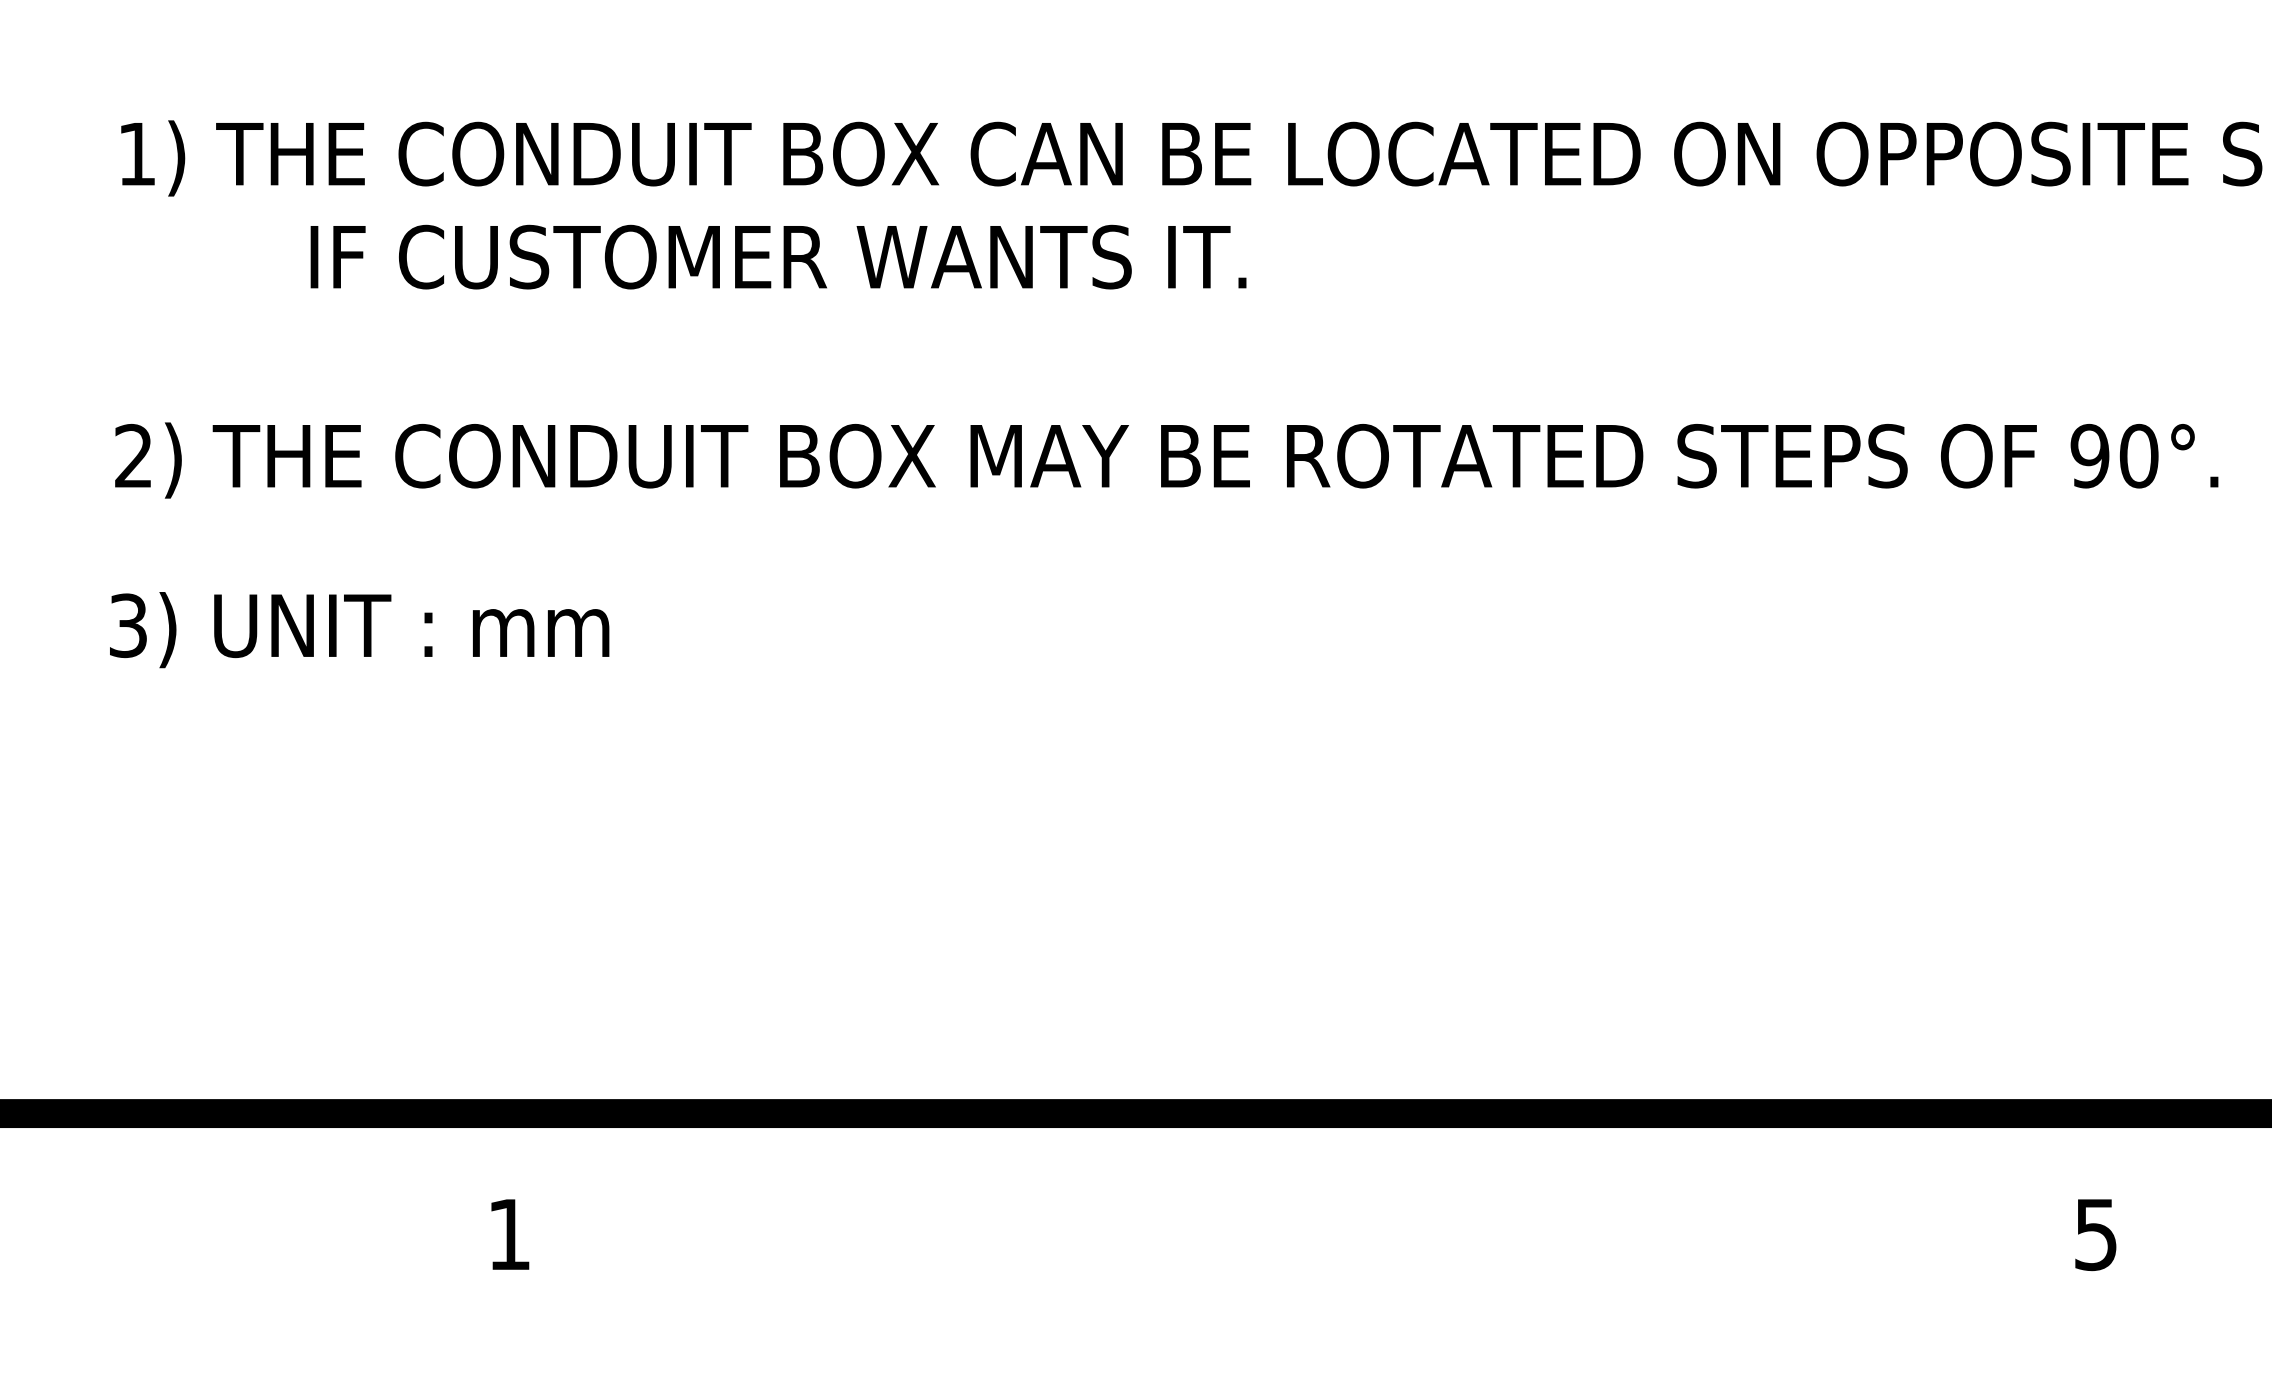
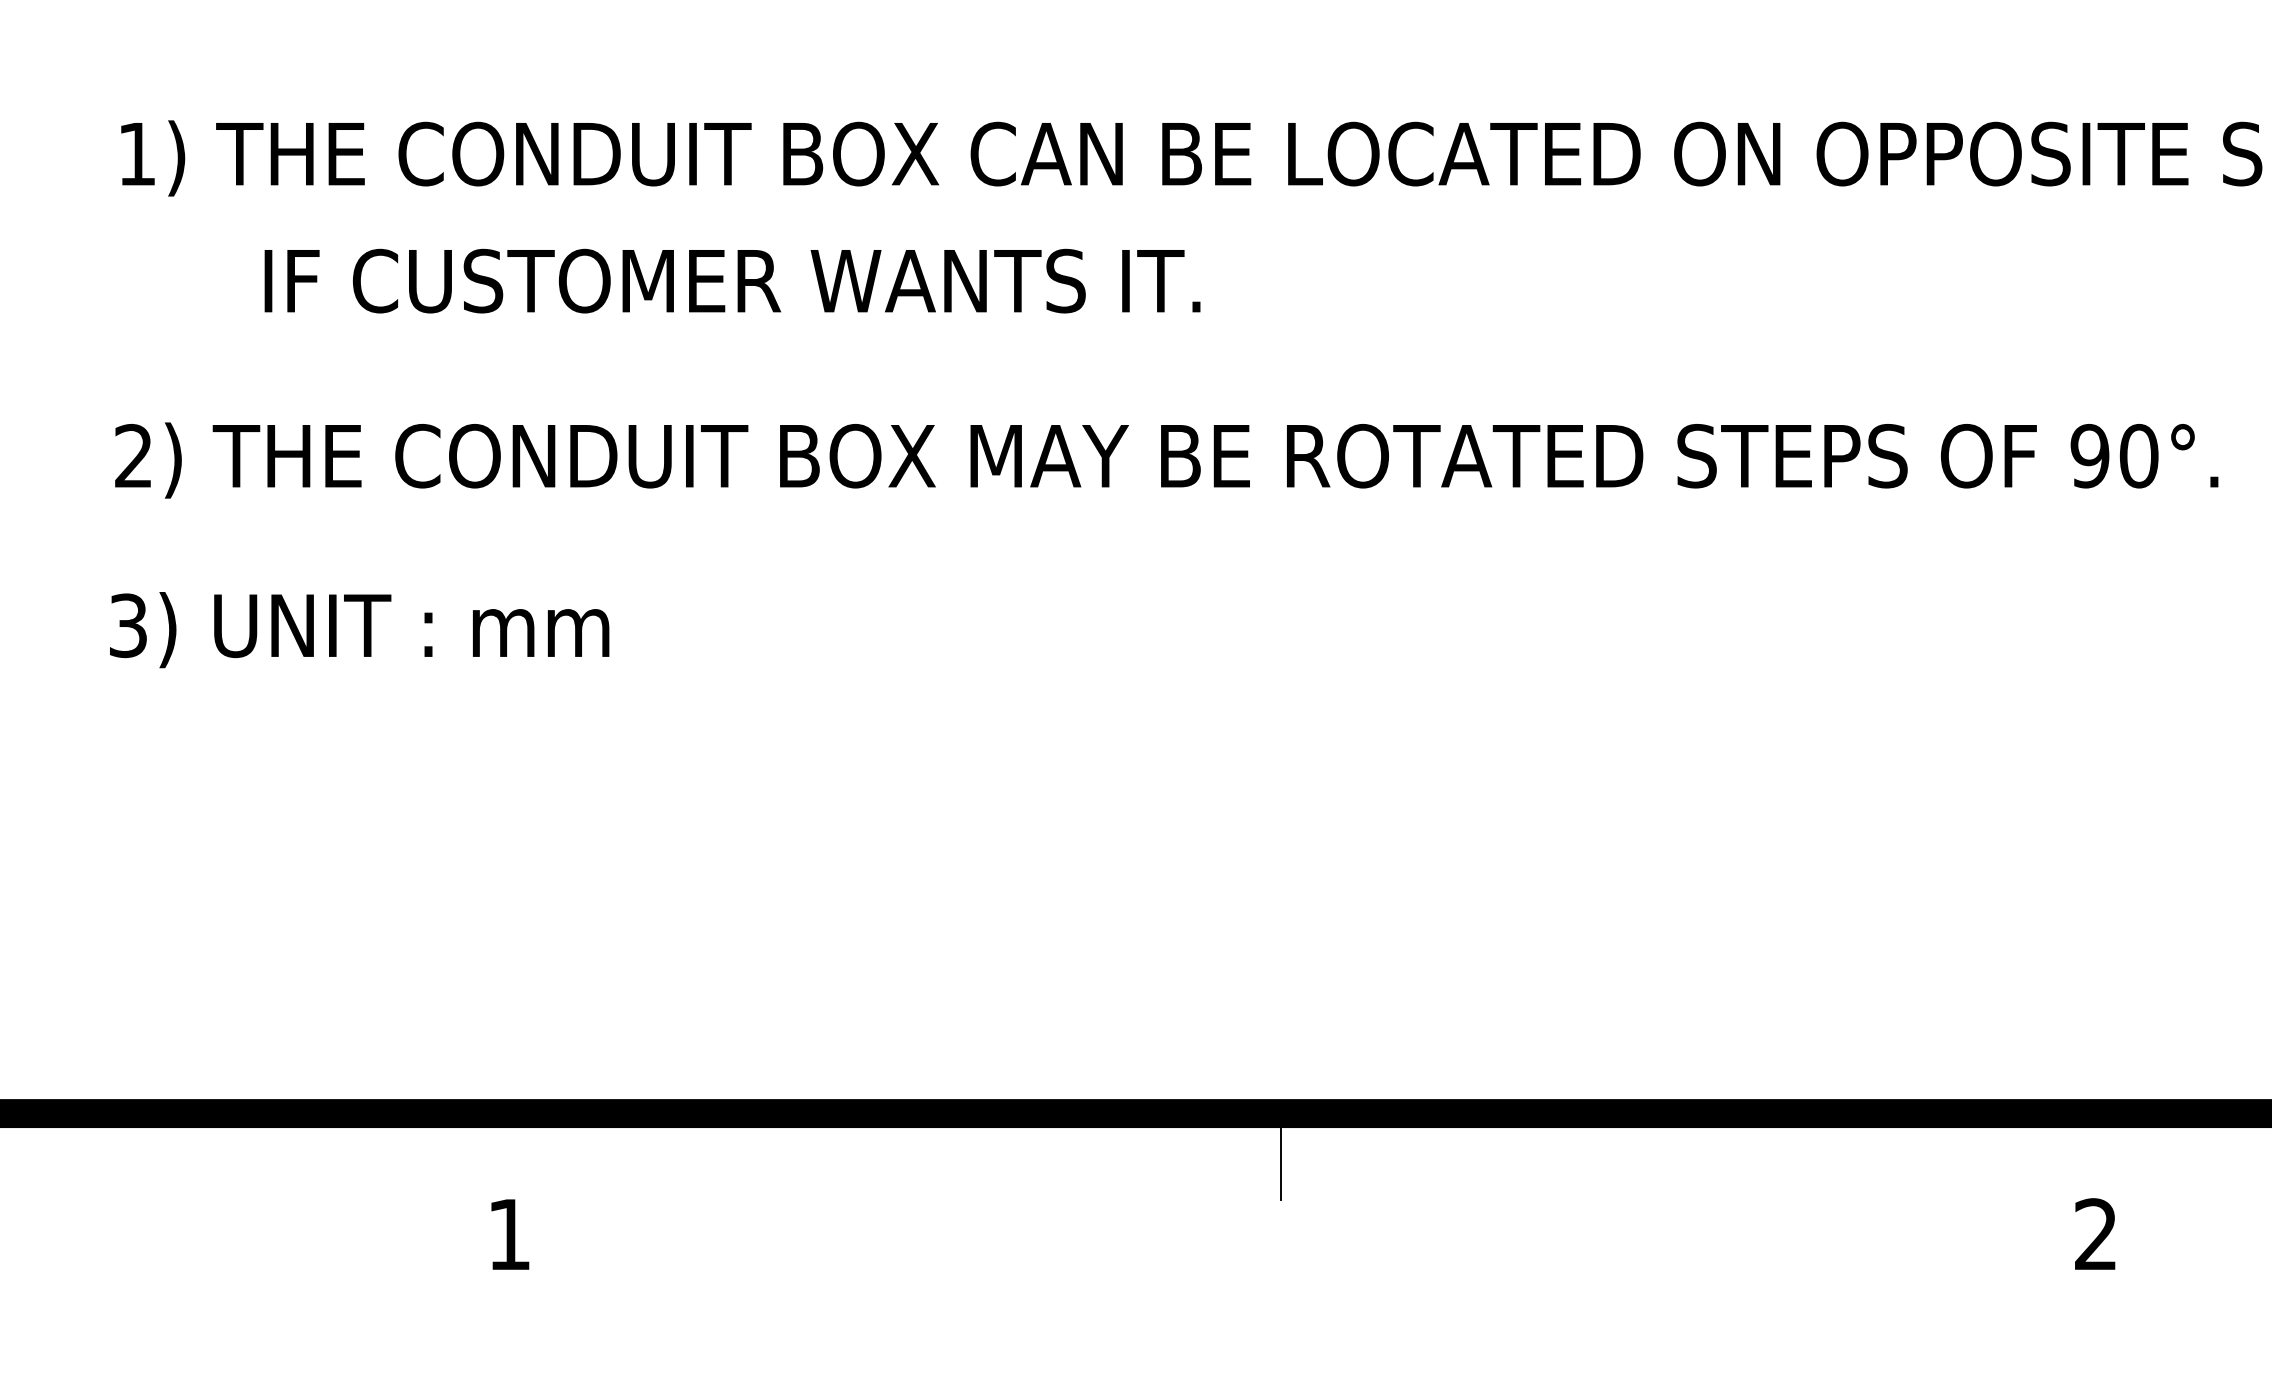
text at (778, 256) position: (778, 256) -> (732, 280)
line at (1280, 1156): none -> present
text at (2095, 1234): 5 -> 2
